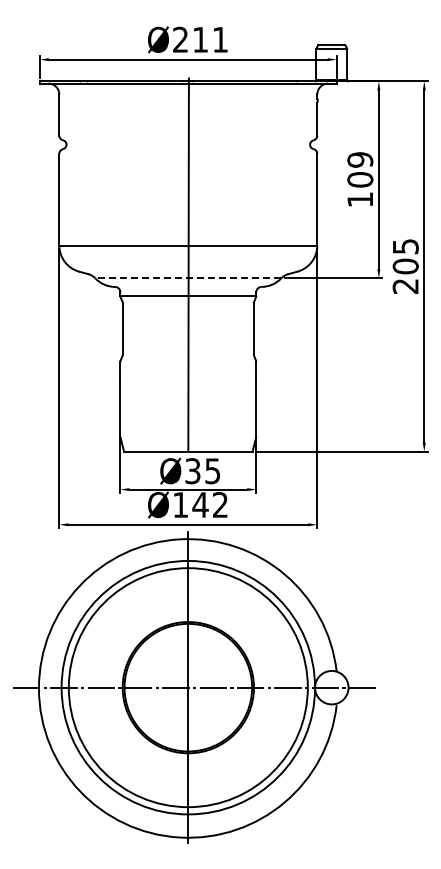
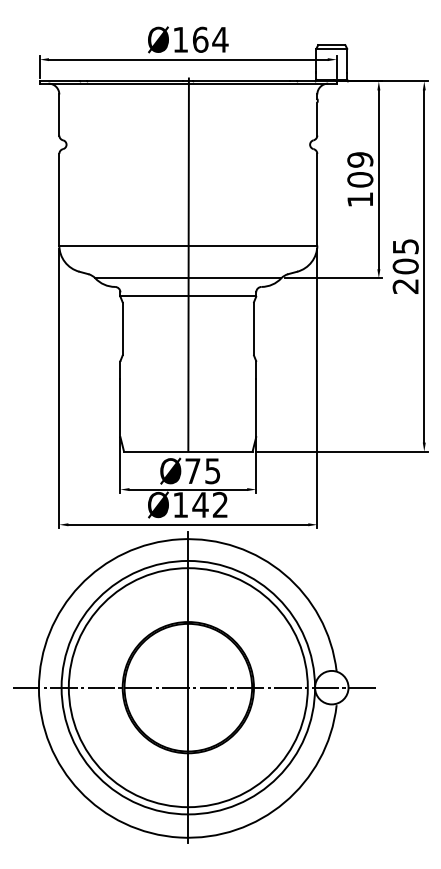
text at (200, 39): Ø211 -> Ø164
line at (187, 278): dashed -> solid
text at (192, 471): Ø35 -> Ø75
